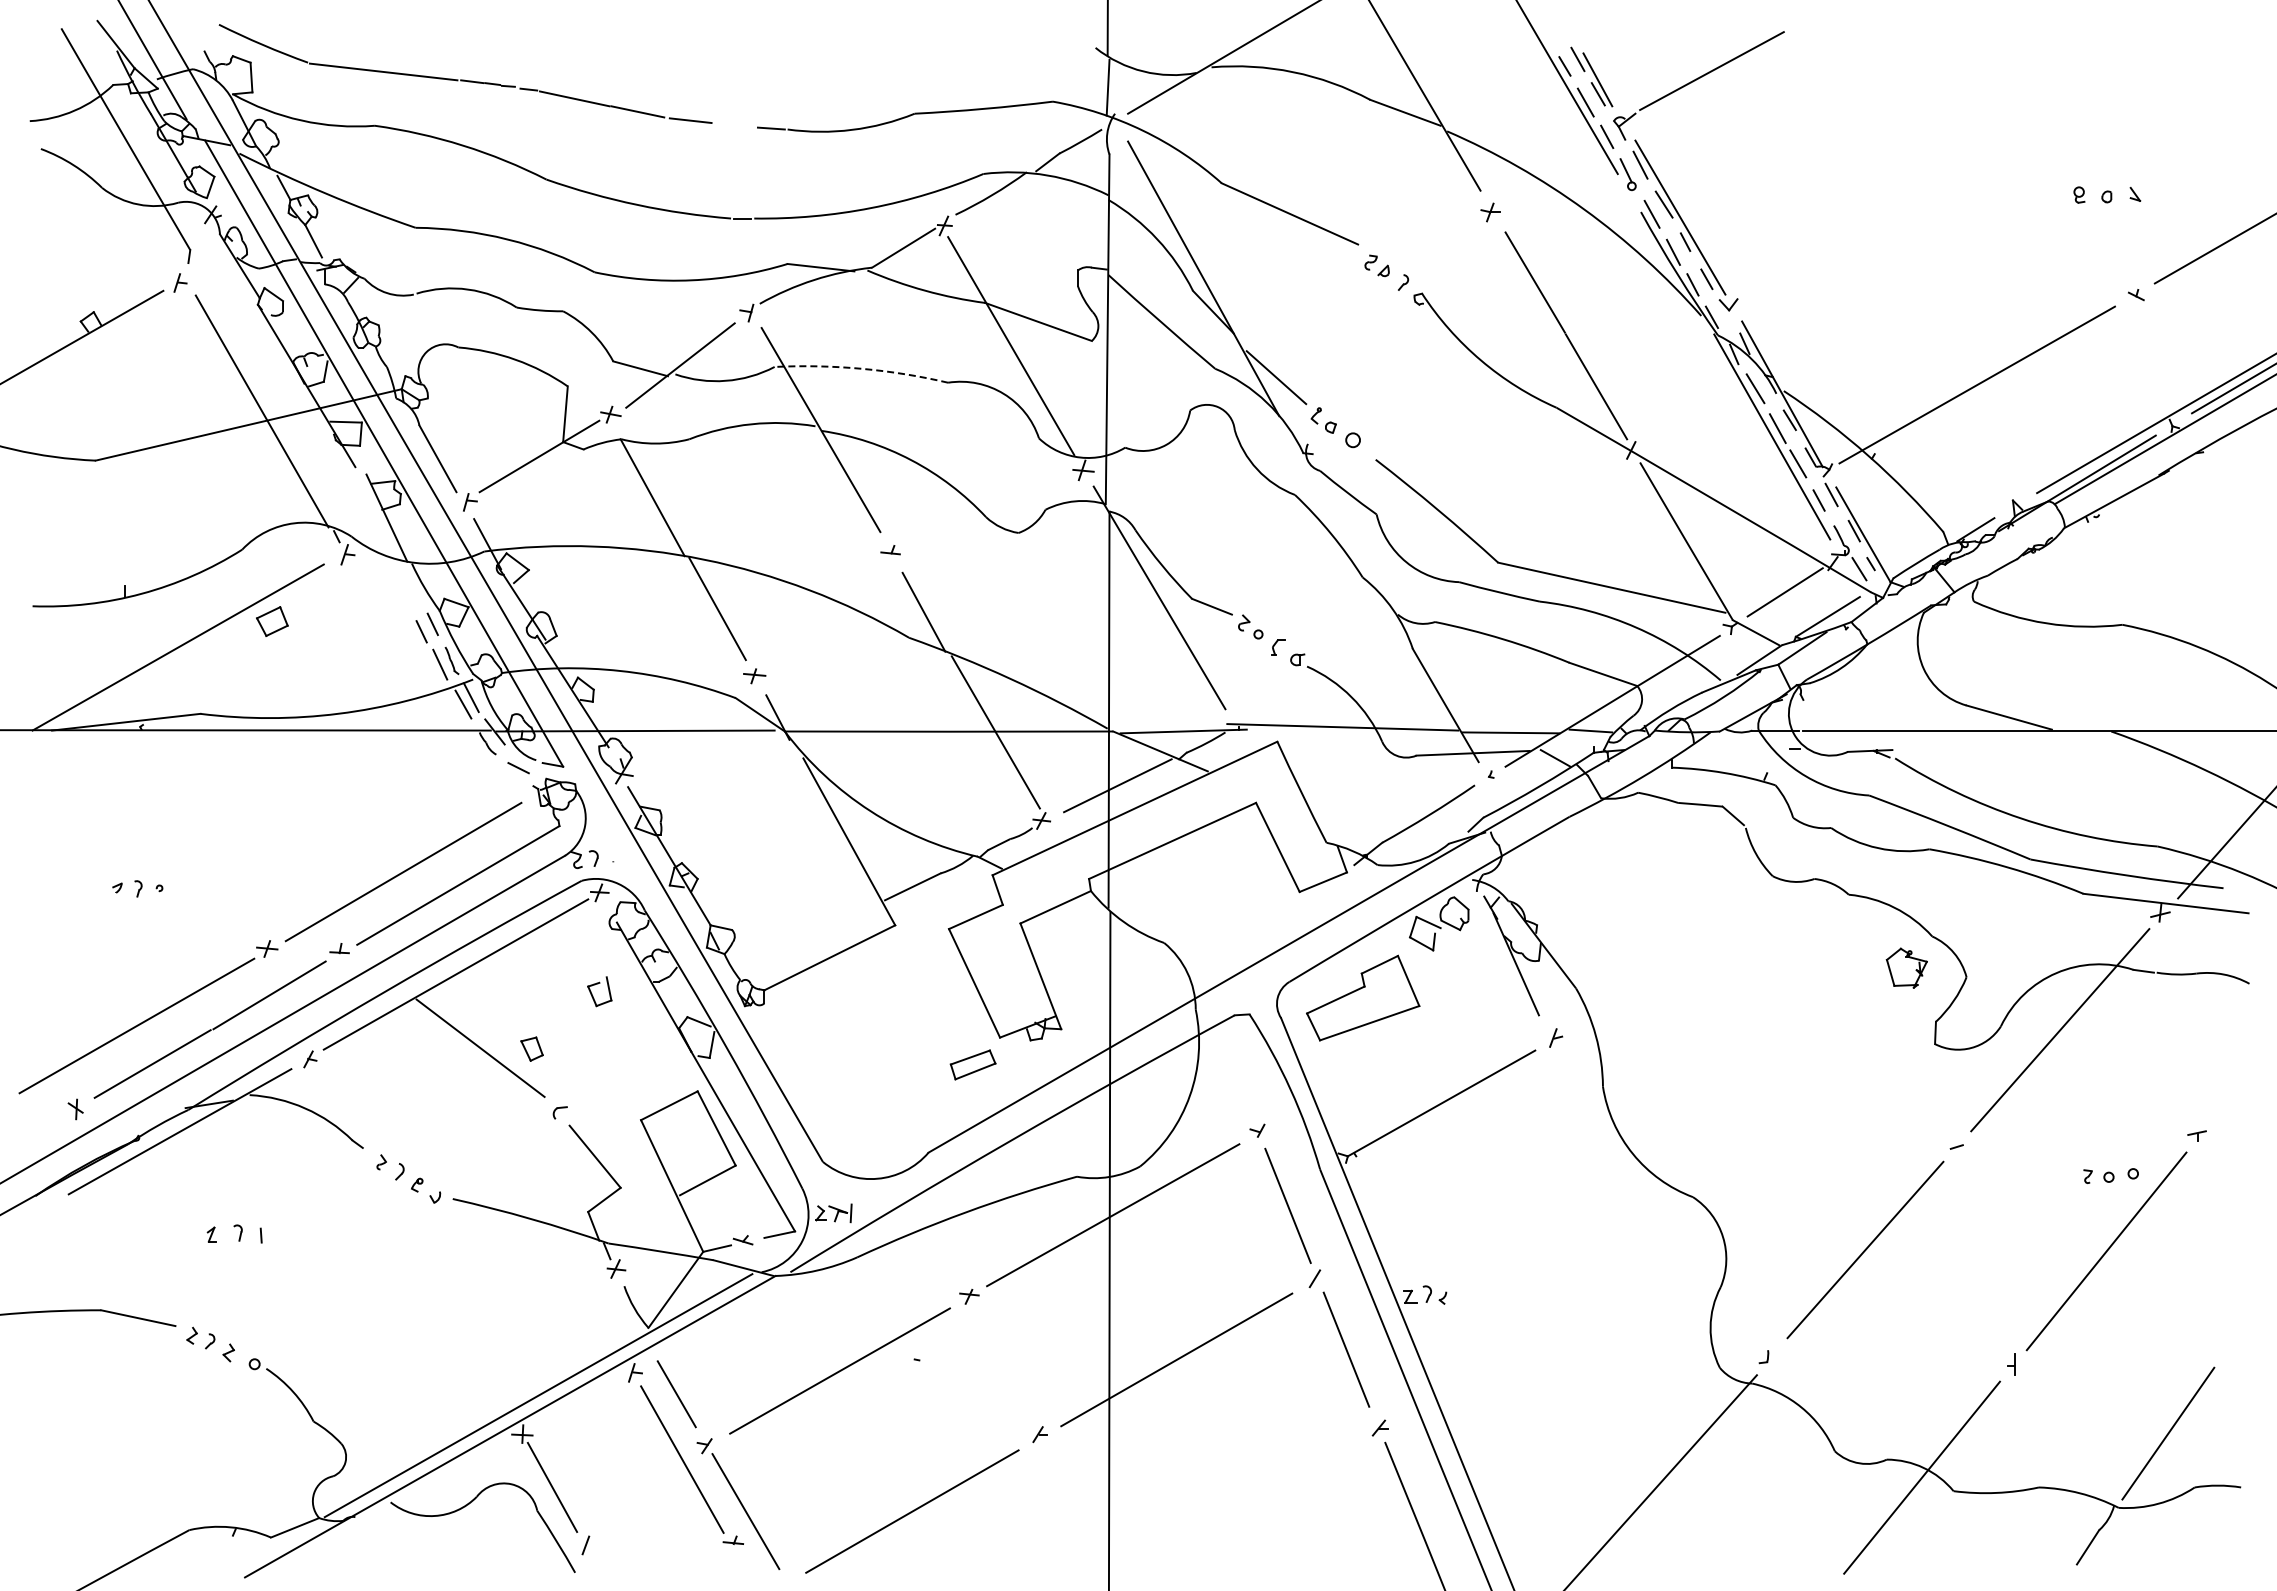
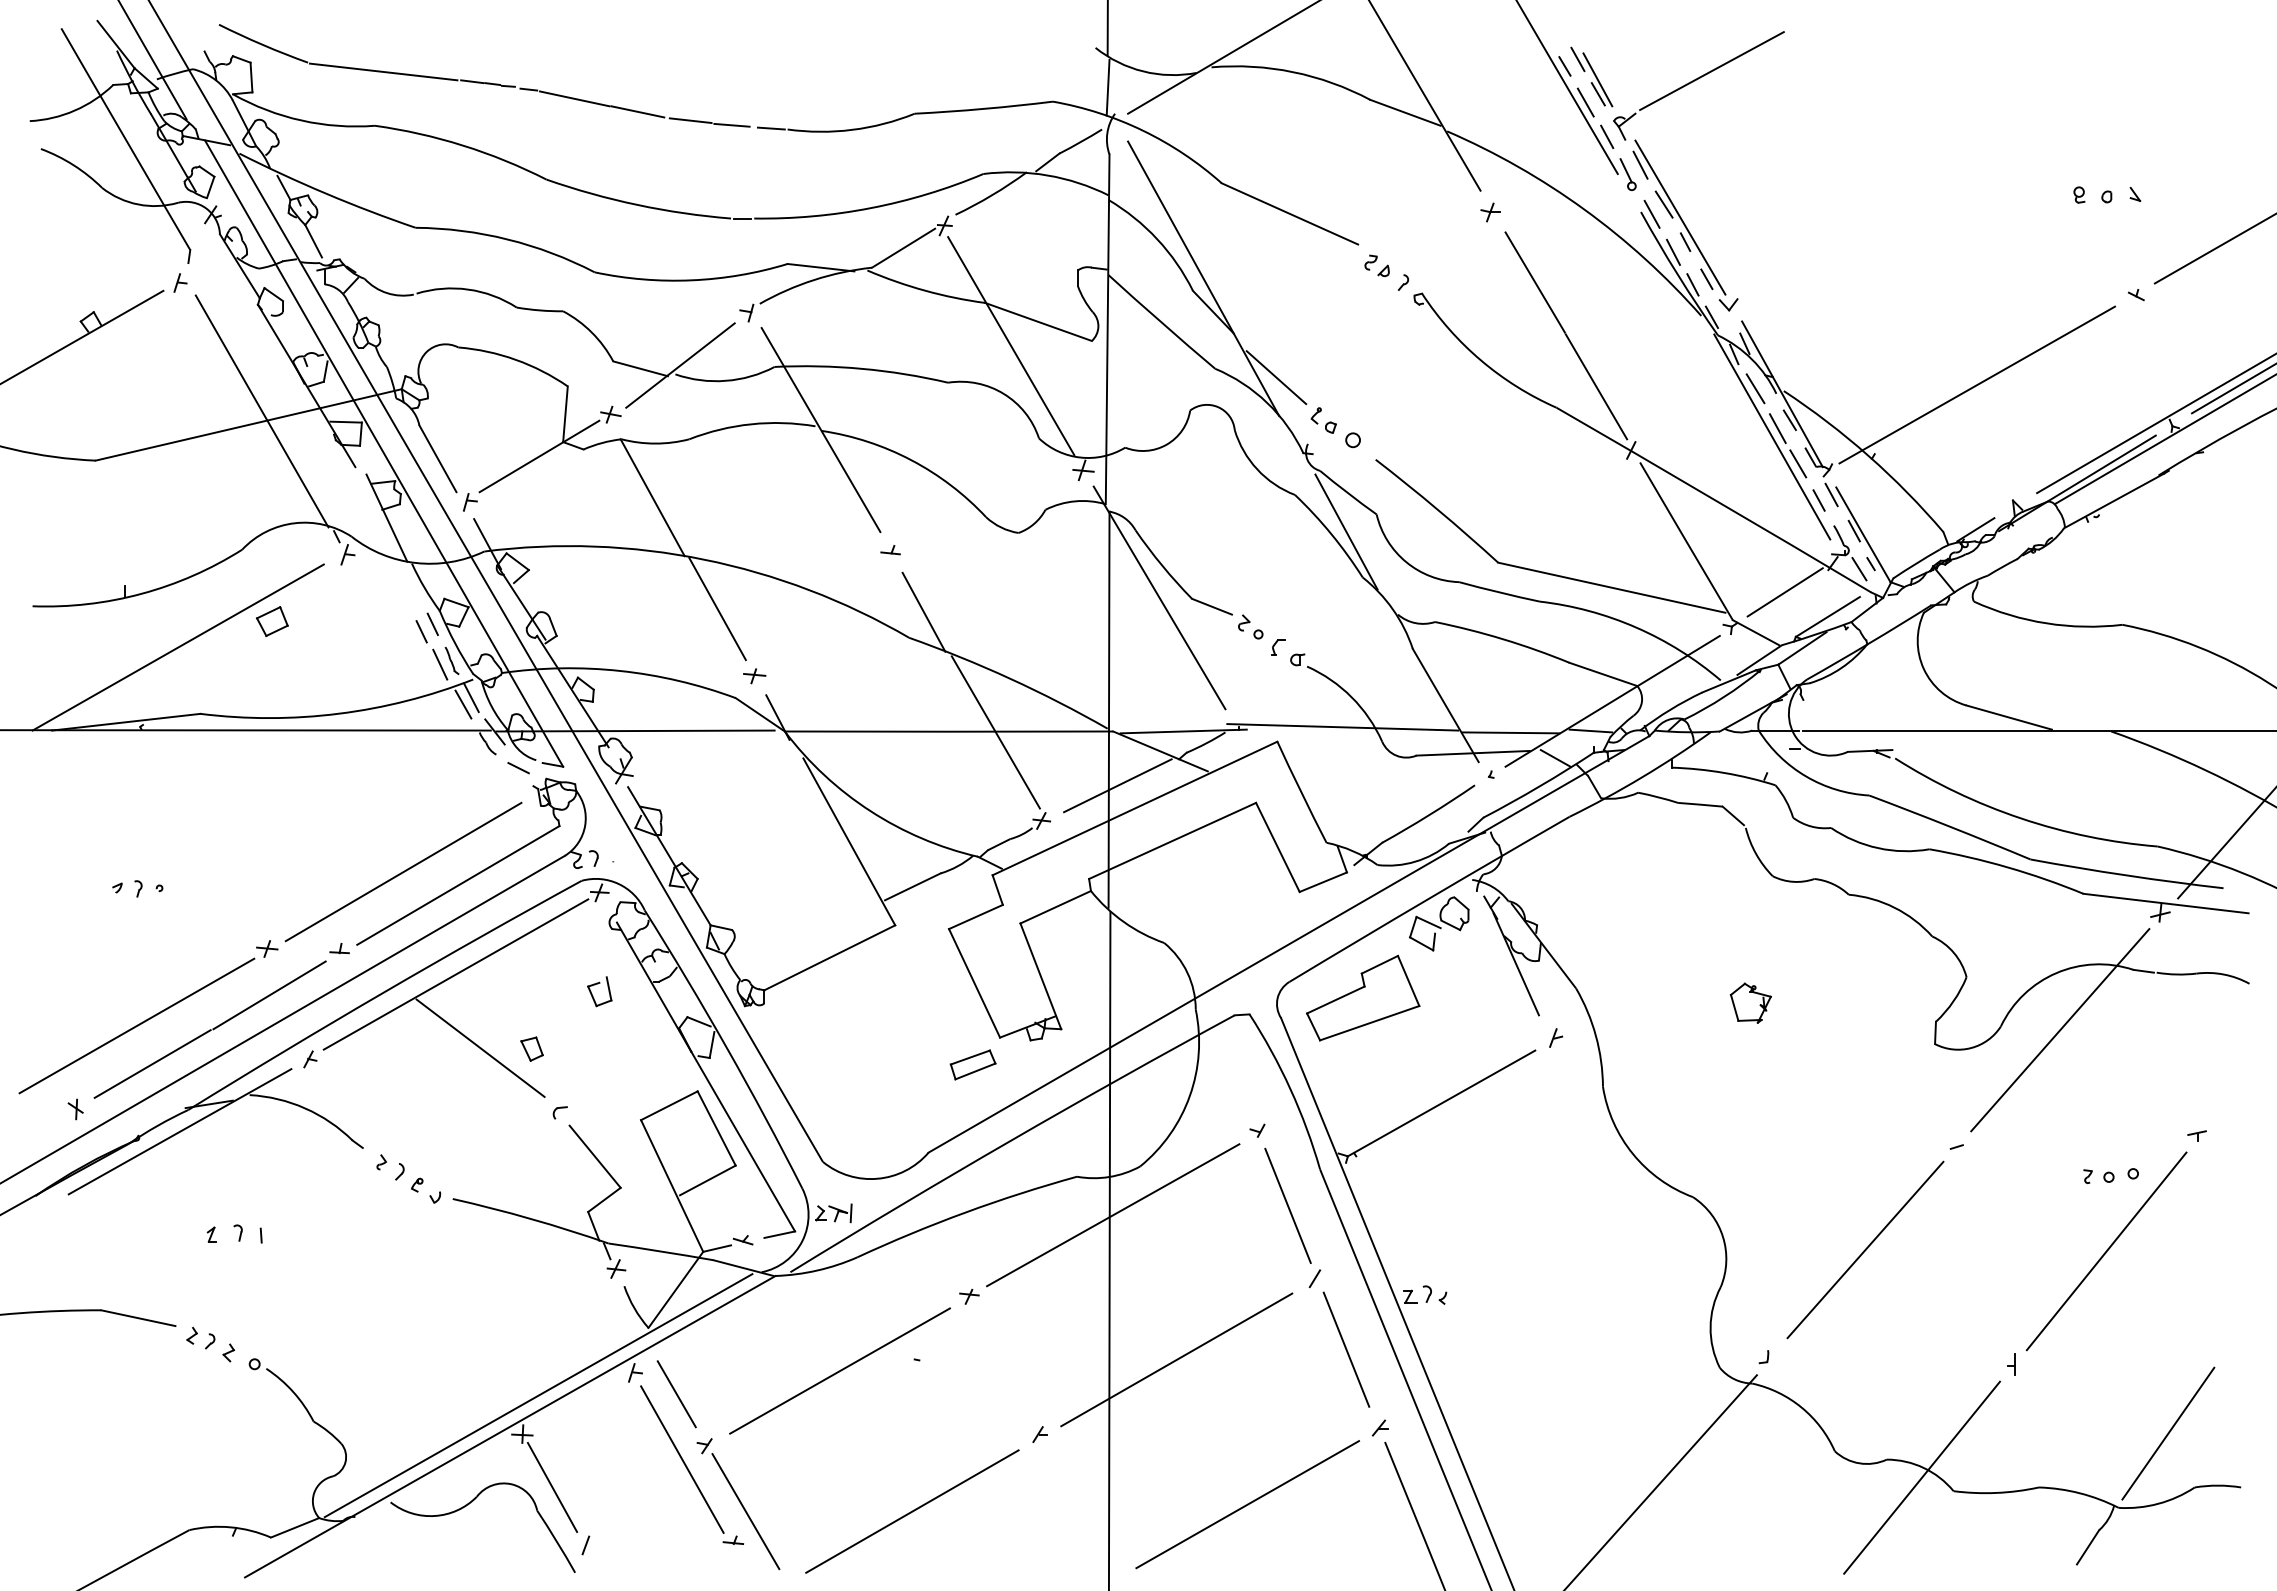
line at (731, 124): none -> present
arc at (861, 368): dashed -> solid
line at (1346, 531): none -> present
part at (1906, 967) position: (1906, 967) -> (1750, 1002)
line at (1247, 1504): none -> present
